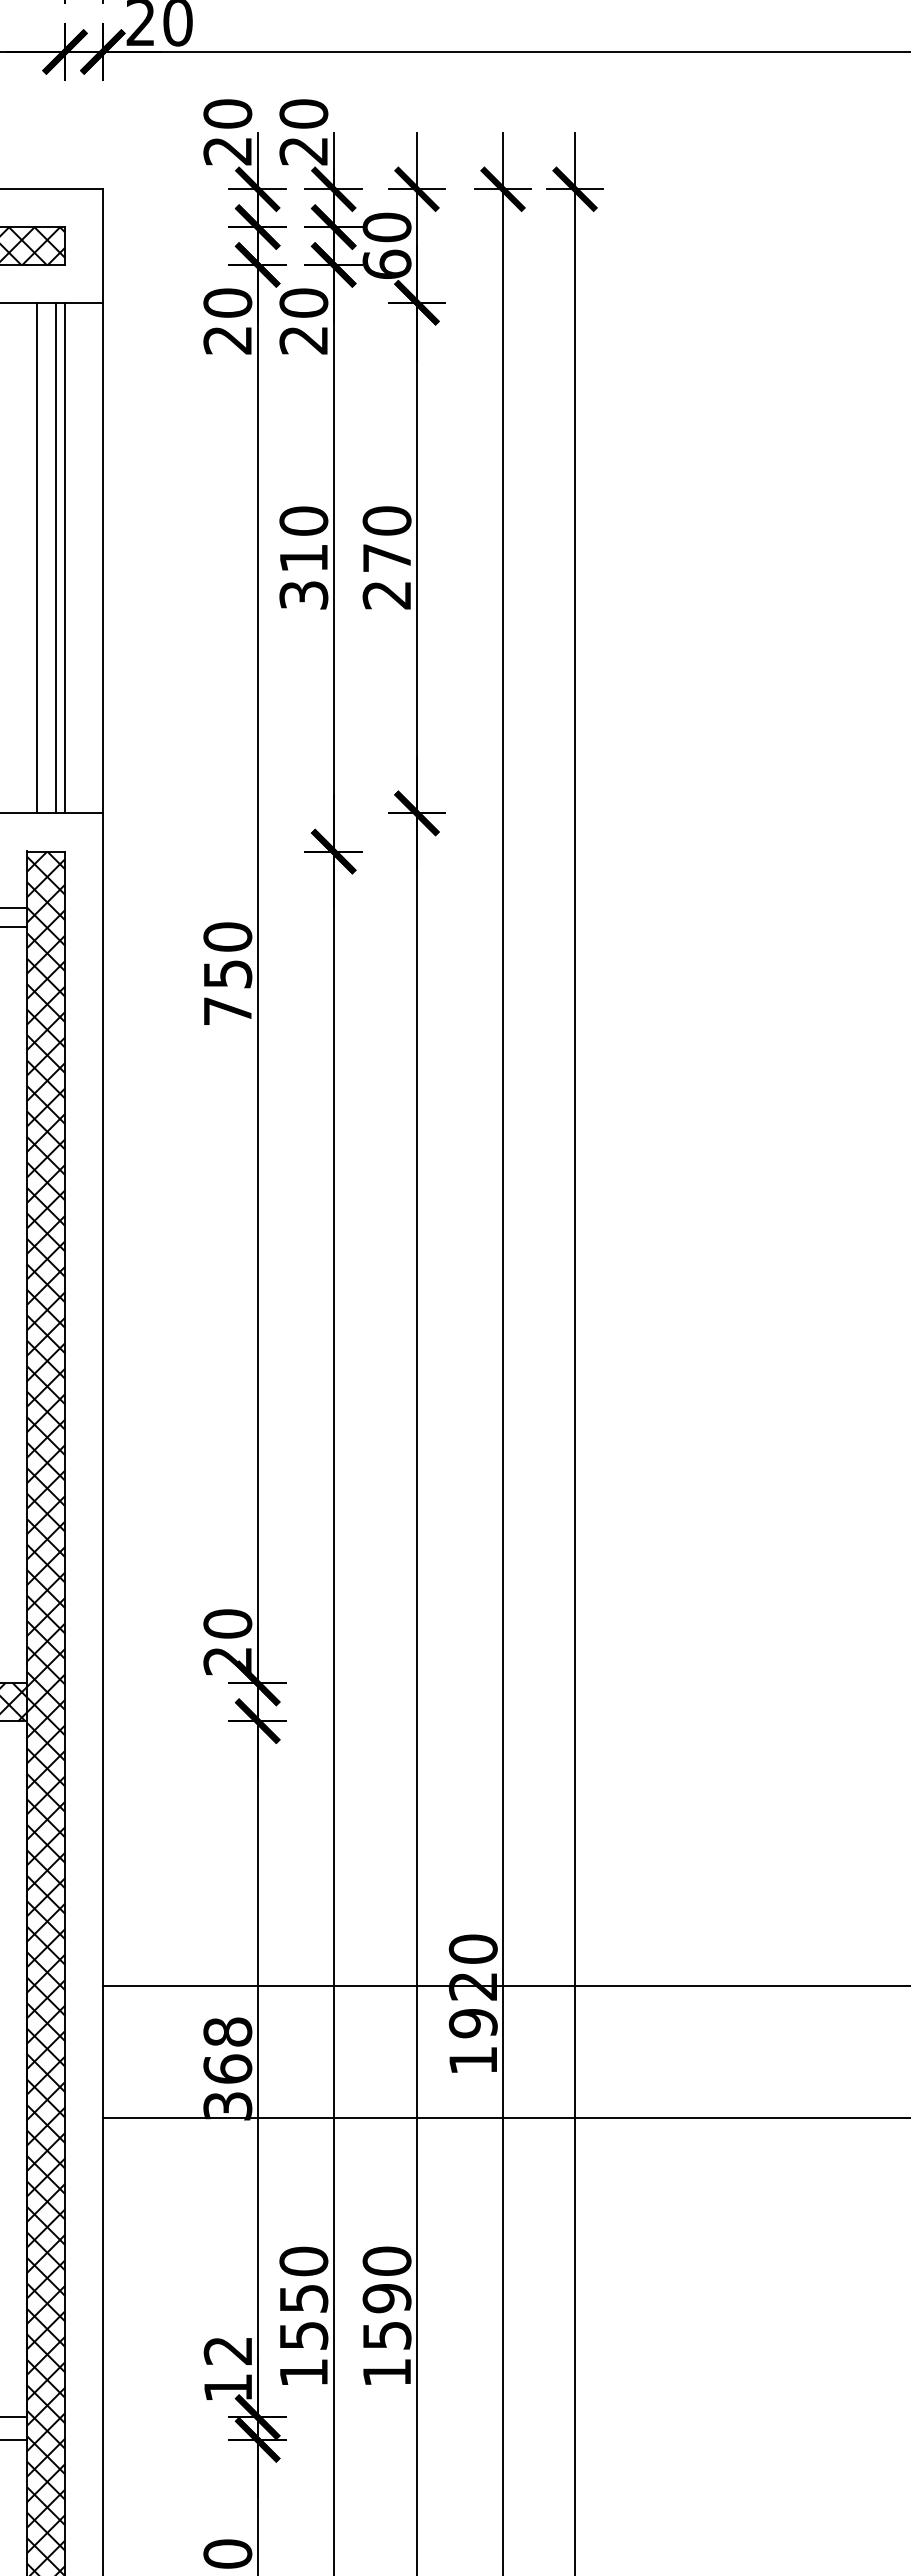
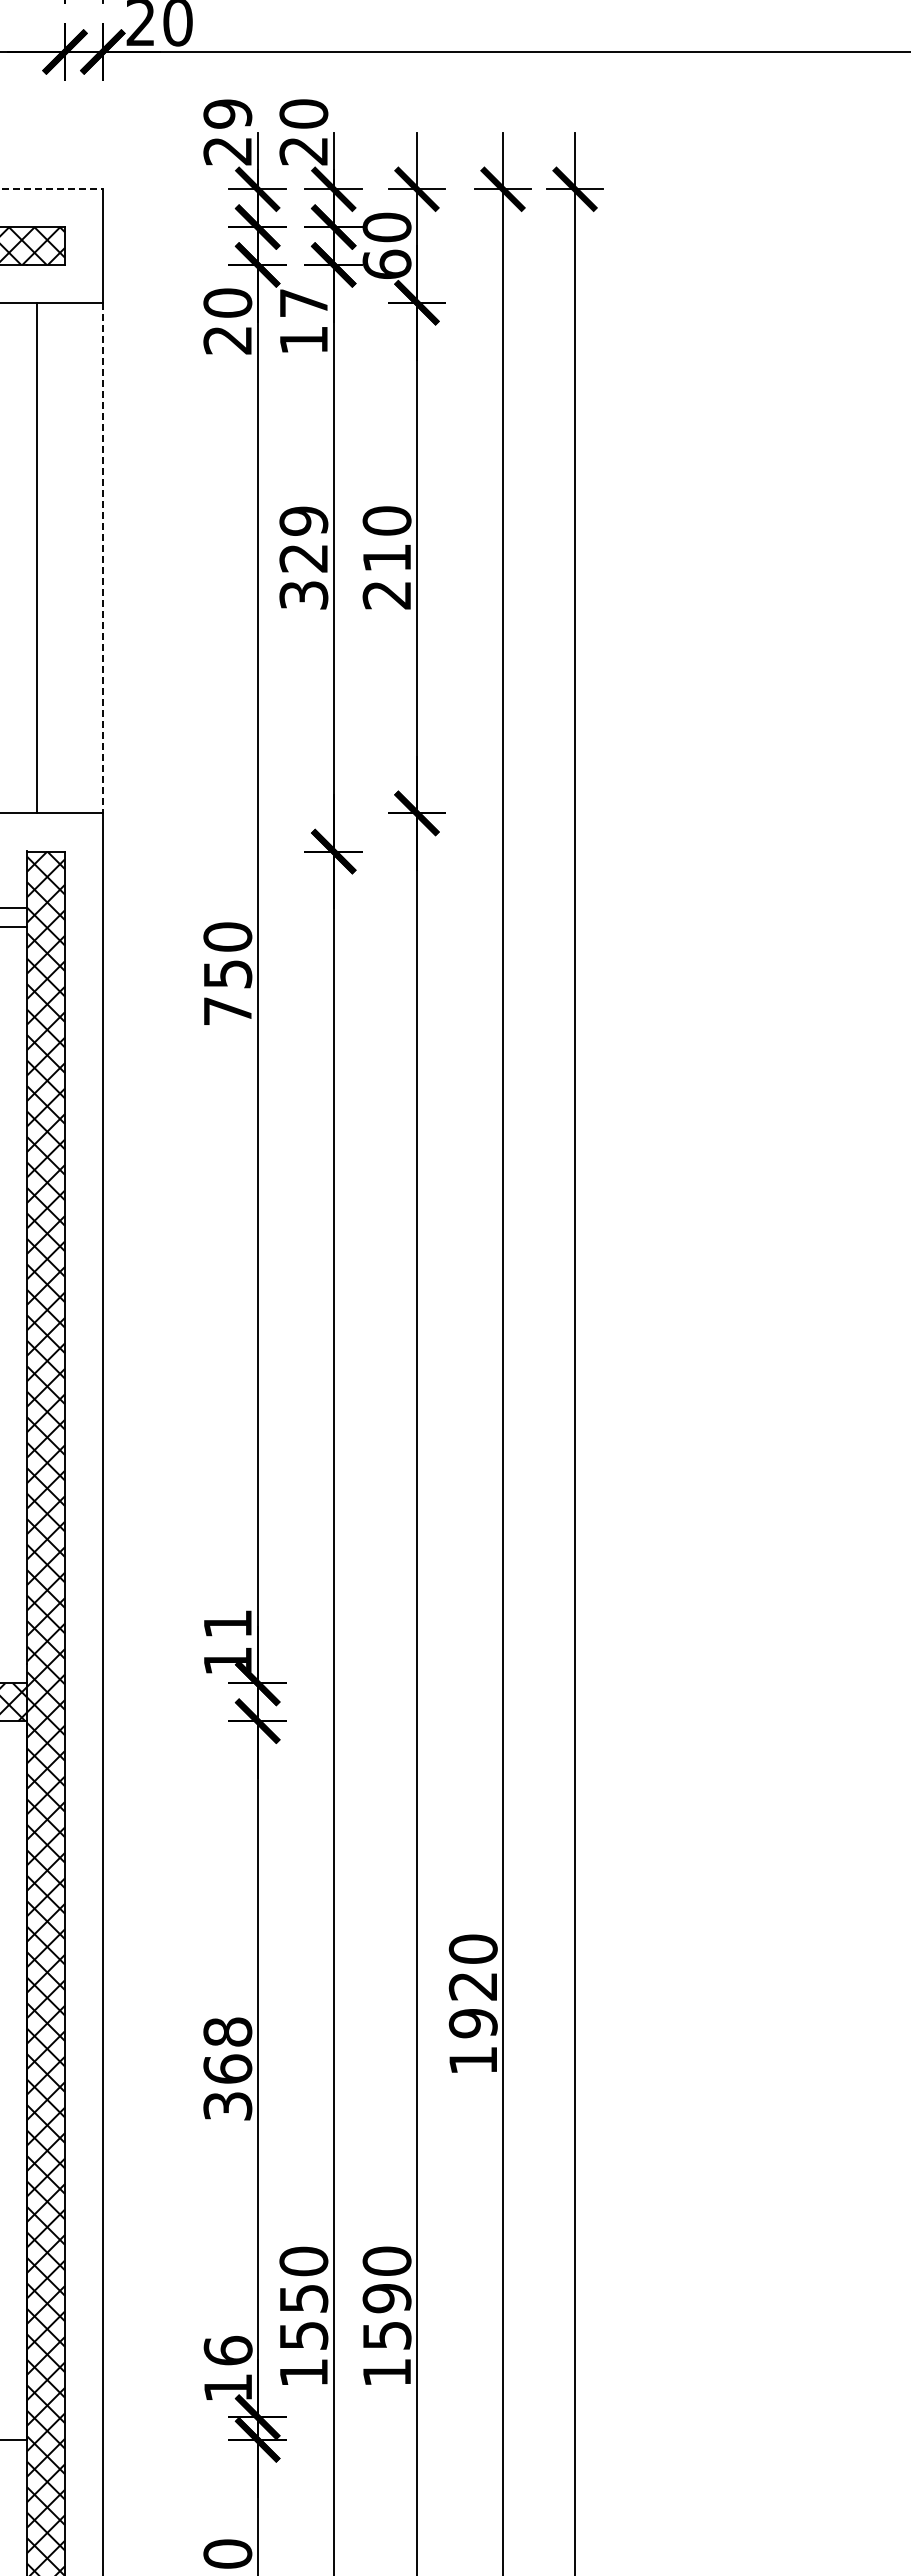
text at (227, 113): 20 -> 29
line at (51, 189): solid -> dashed
text at (303, 321): 20 -> 17
text at (303, 539): 310 -> 329
line at (55, 557): present -> none
line at (65, 557): present -> none
text at (386, 557): 270 -> 210
line at (102, 558): solid -> dashed
text at (227, 1642): 20 -> 11
line at (504, 1986): present -> none
line at (504, 2118): present -> none
text at (227, 2350): 12 -> 16
line at (14, 2417): present -> none
